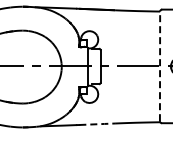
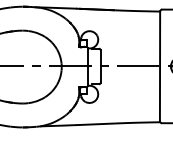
line at (160, 66): dashed -> solid
line at (97, 124): dashed -> solid
